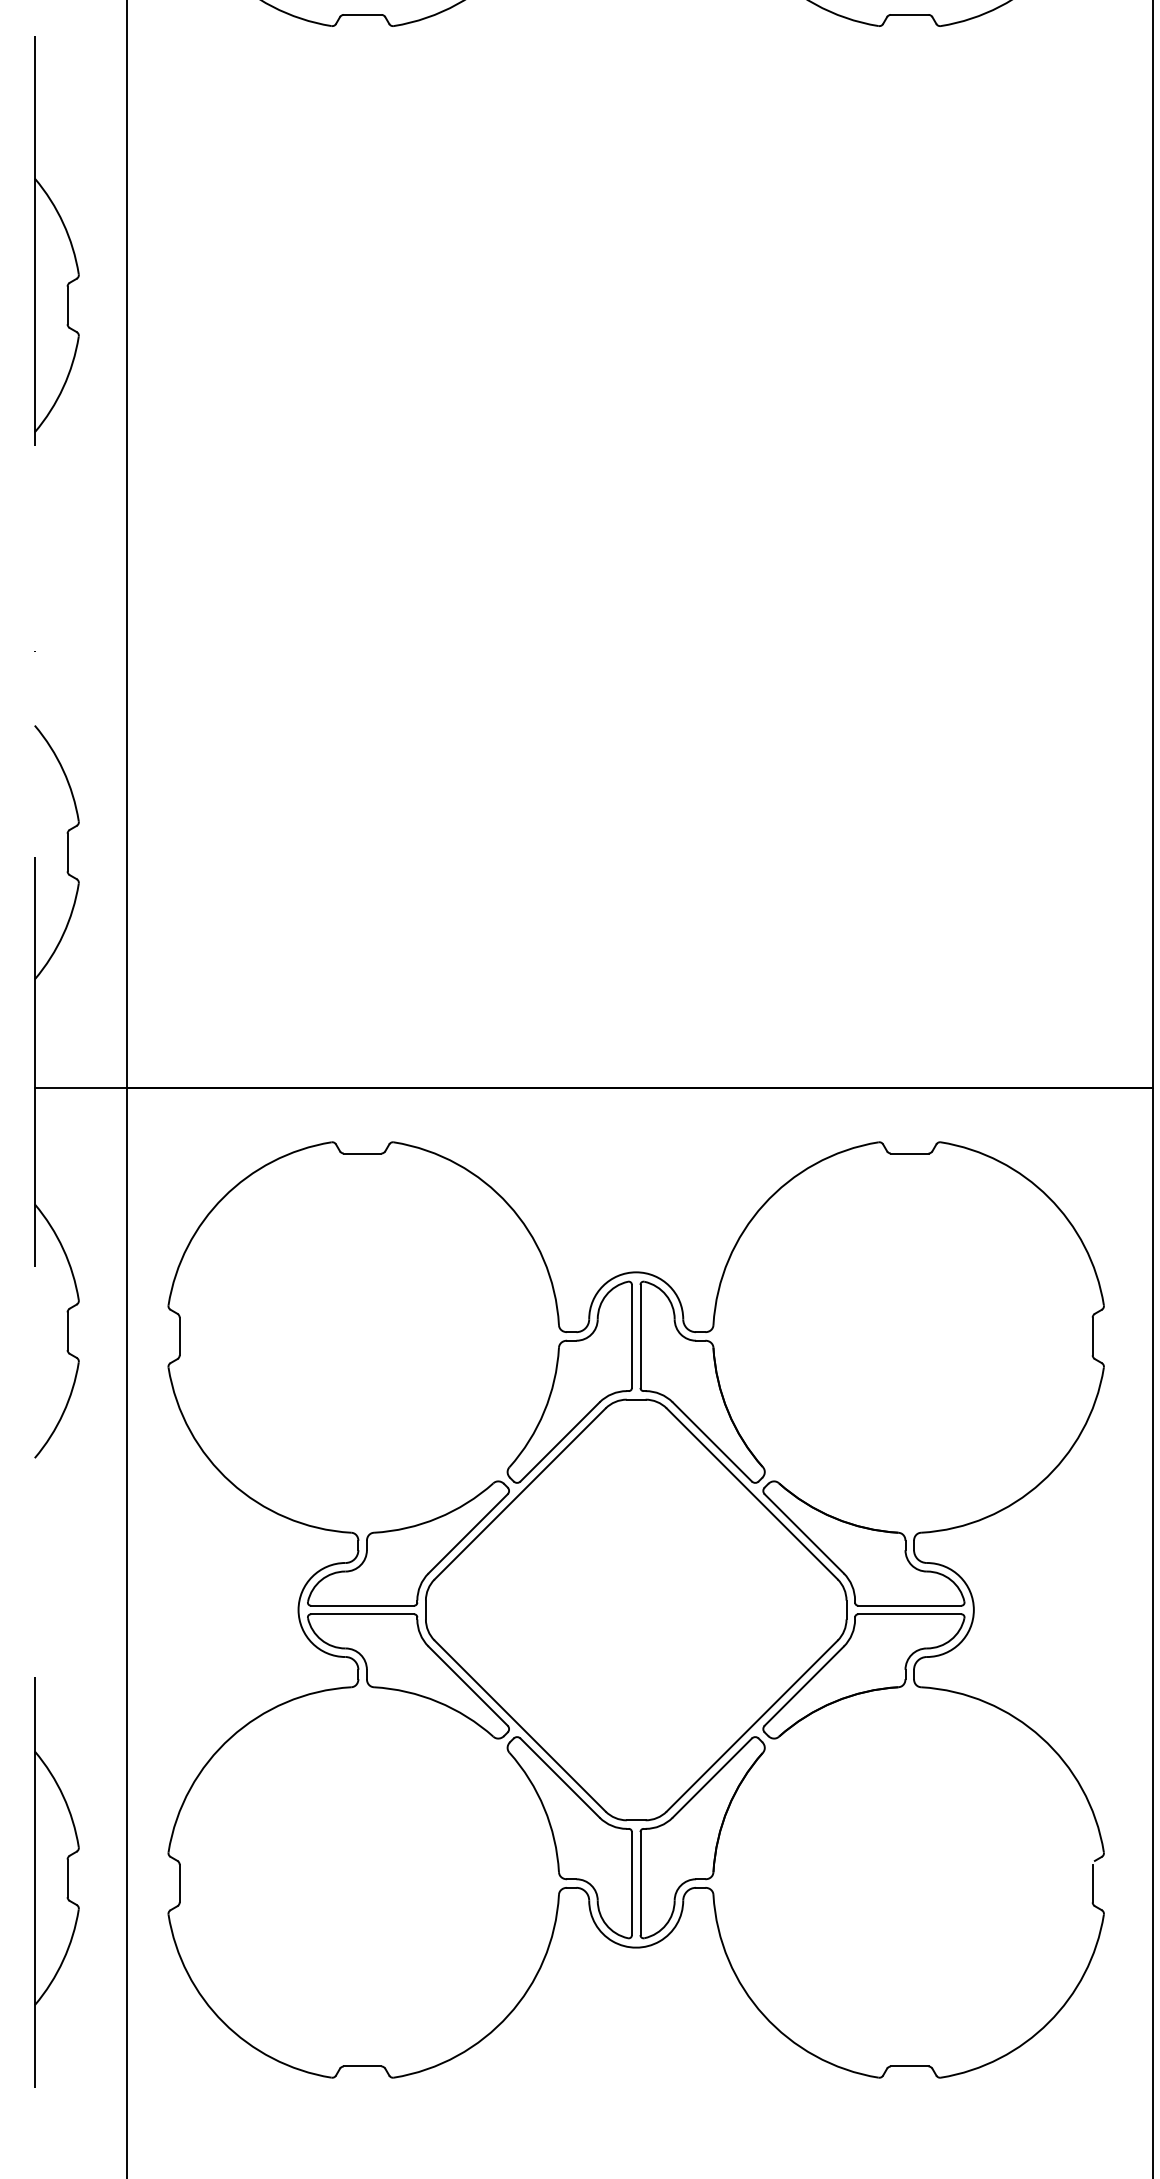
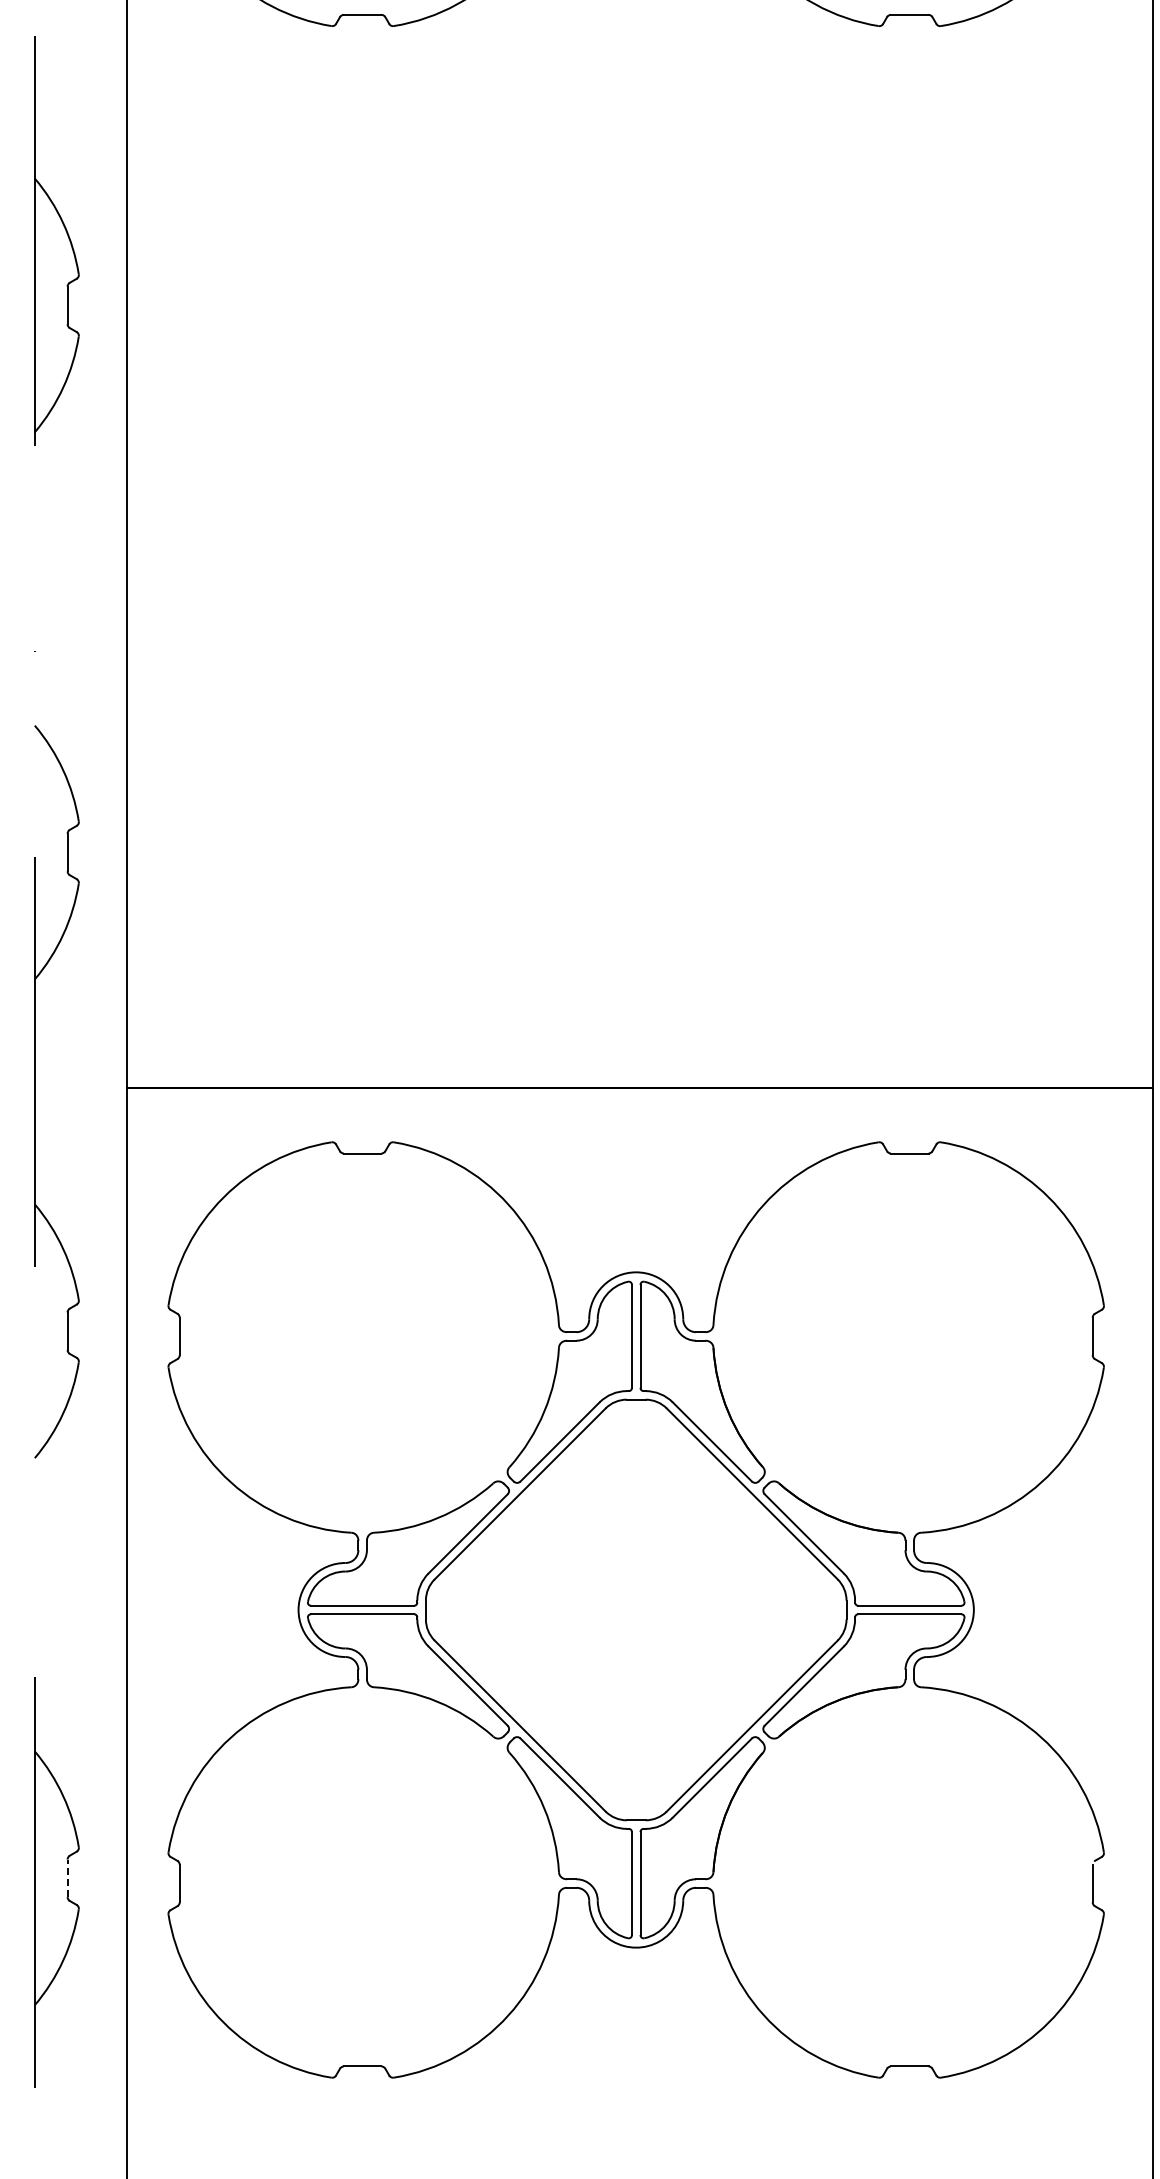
line at (80, 1087): present -> none
line at (67, 1878): solid -> dashed
